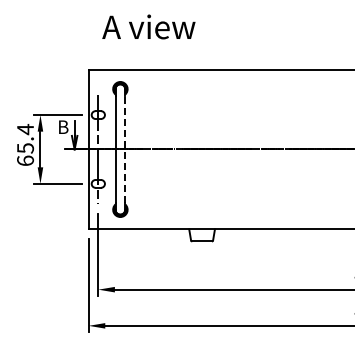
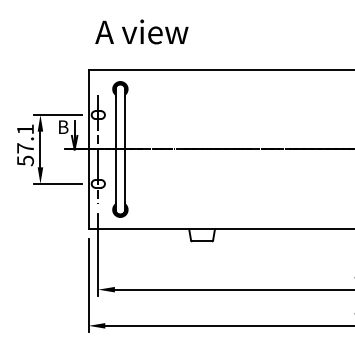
text at (148, 26) position: (148, 26) -> (141, 31)
text at (25, 145): 65.4 -> 57.1
line at (125, 149): dashed -> solid
